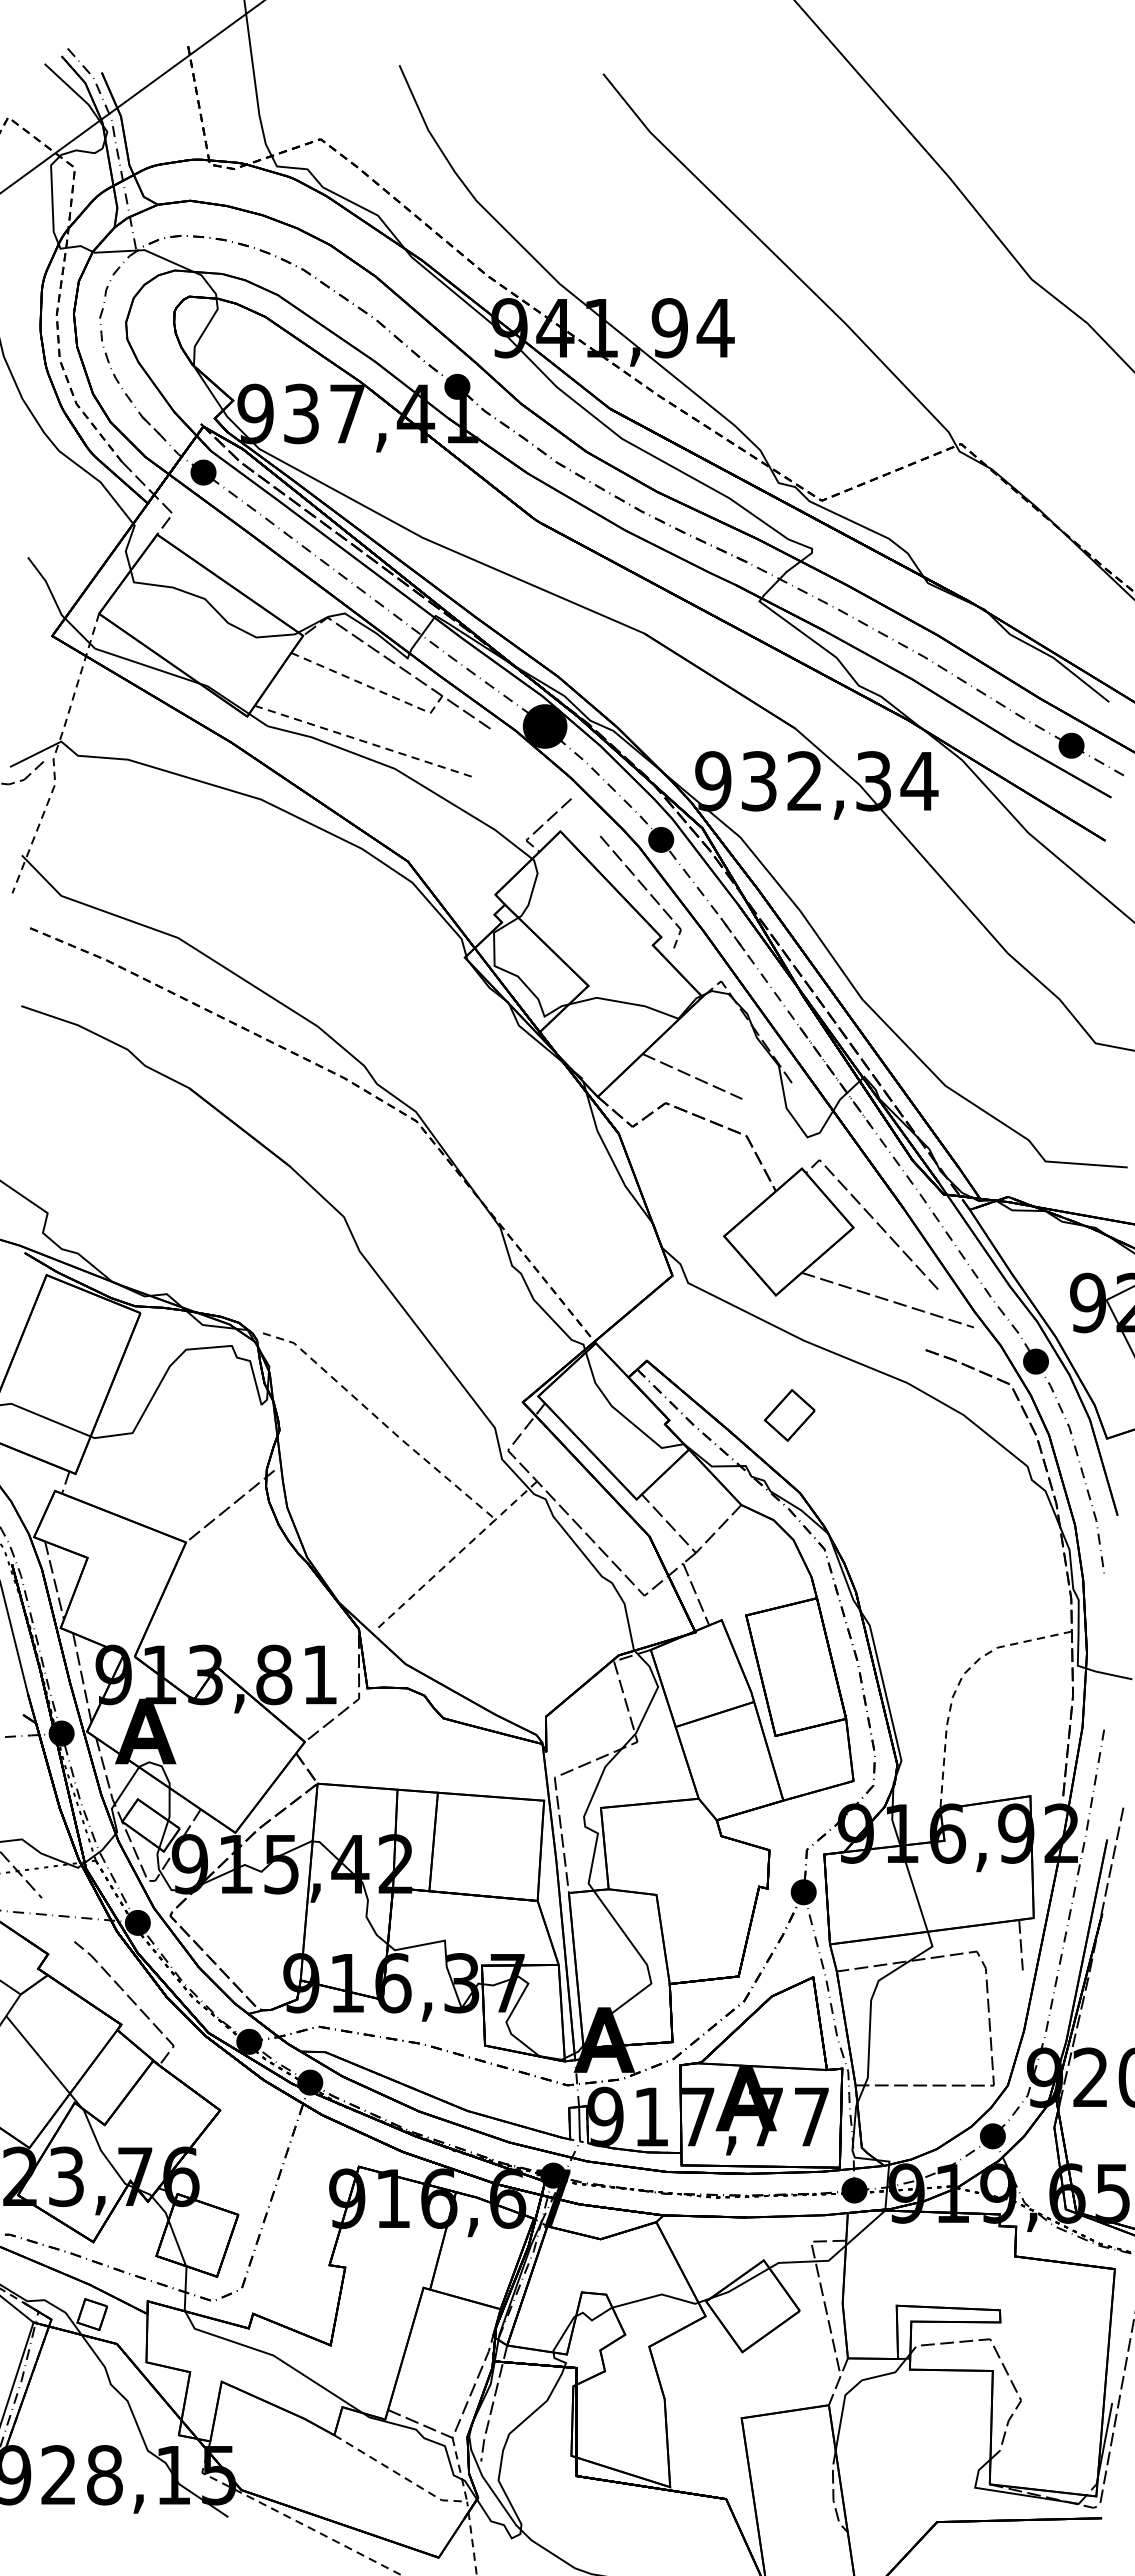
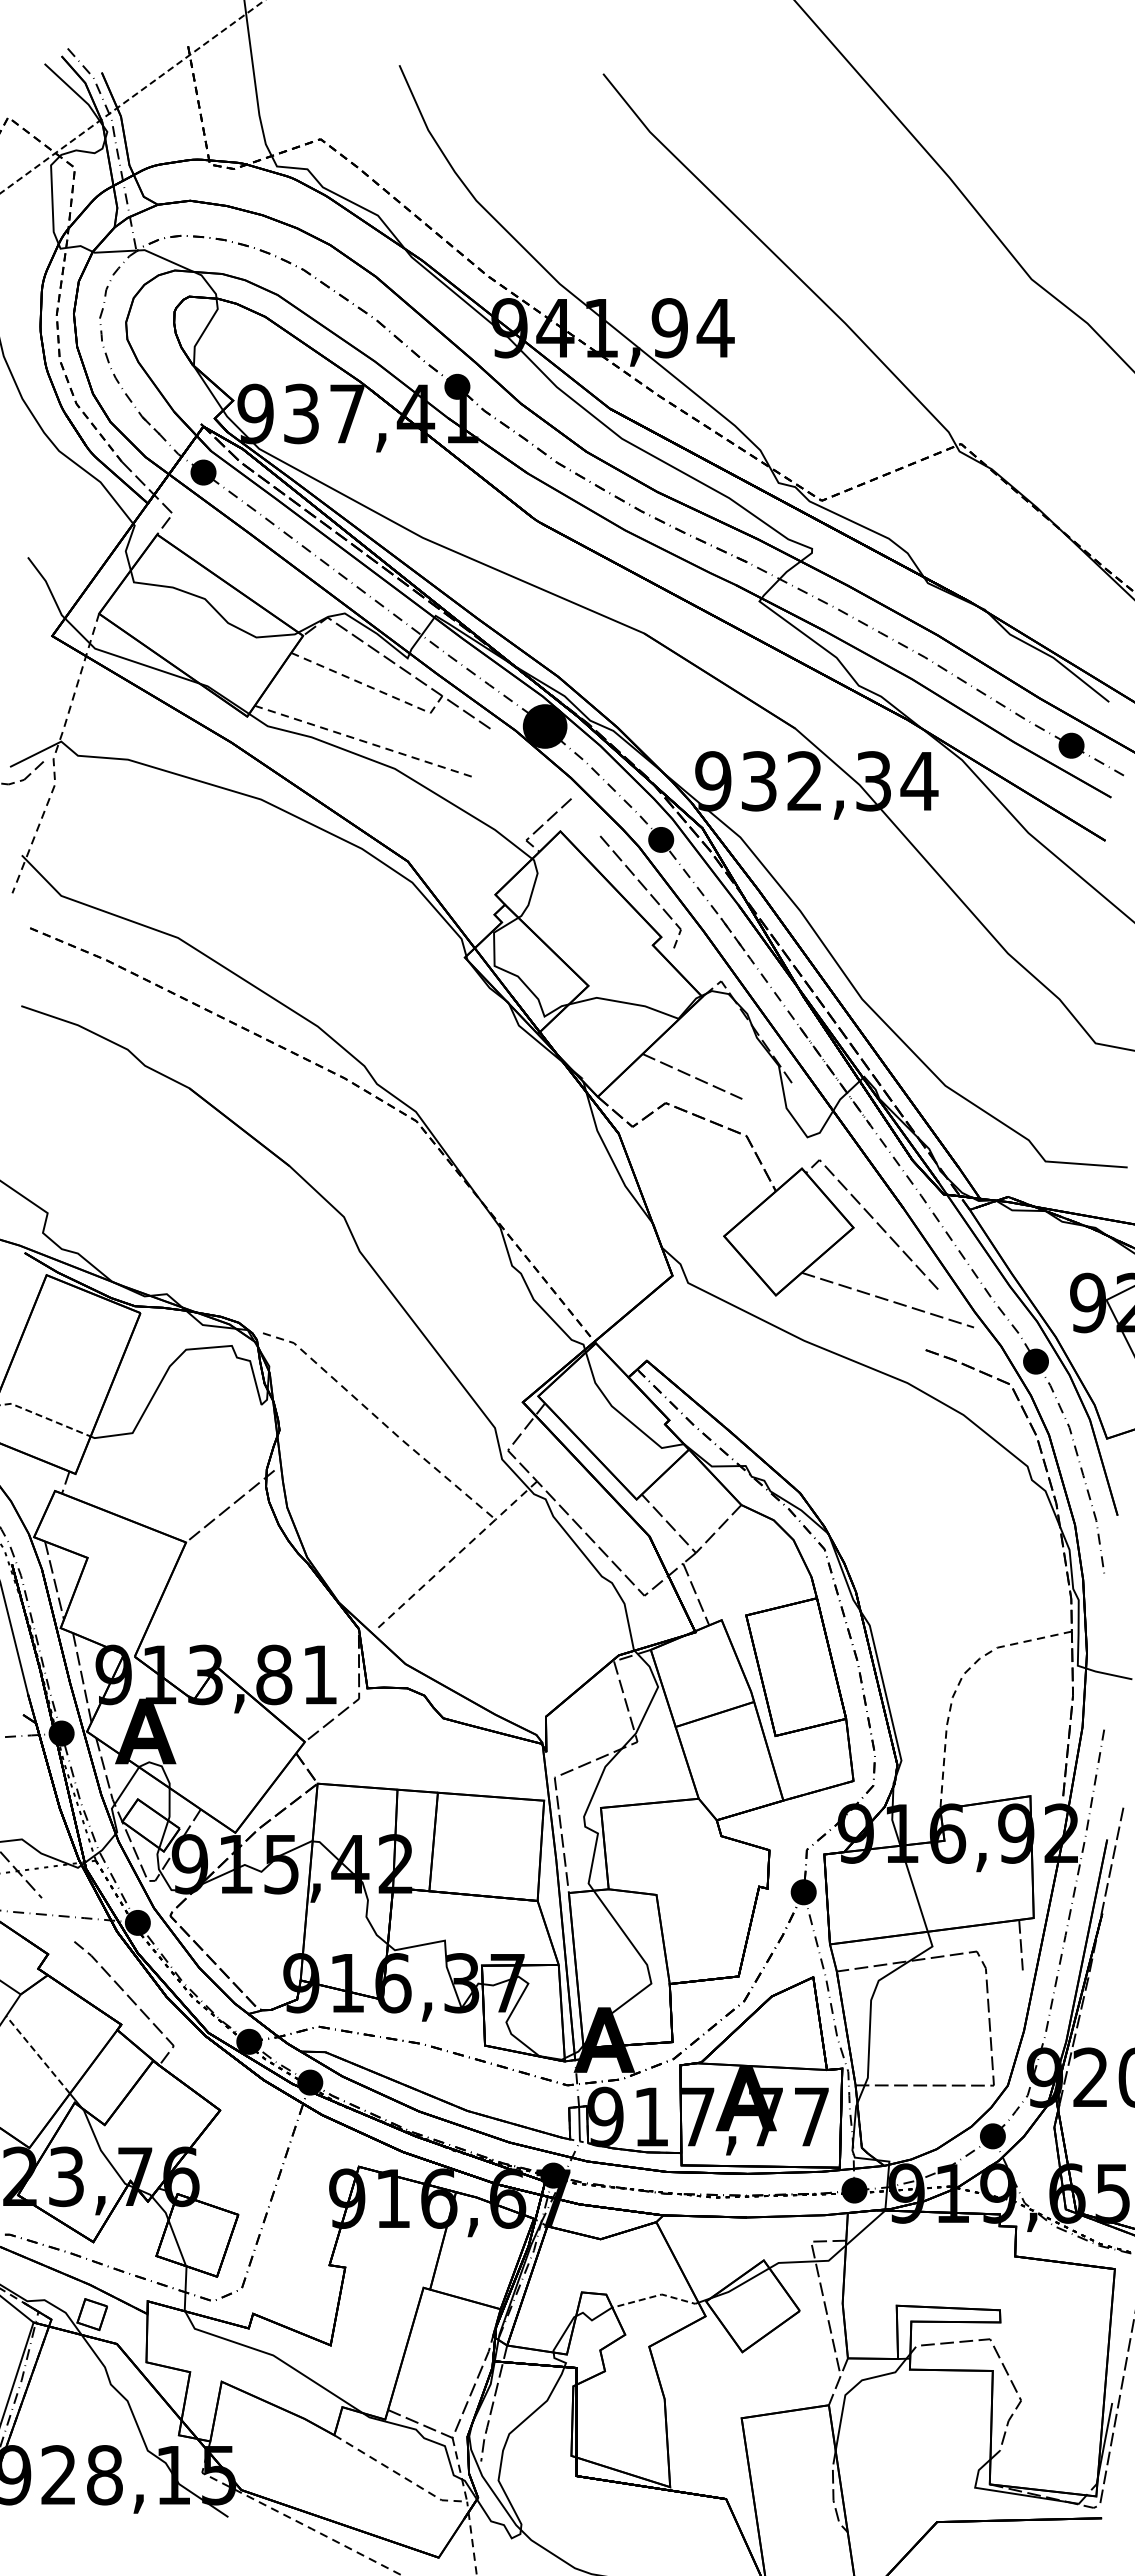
line at (132, 96): solid -> dashed
part at (789, 1415): present -> none
line at (45, 1417): solid -> dashed
line at (37, 2054): solid -> dashed
line at (656, 2296): solid -> dashed
